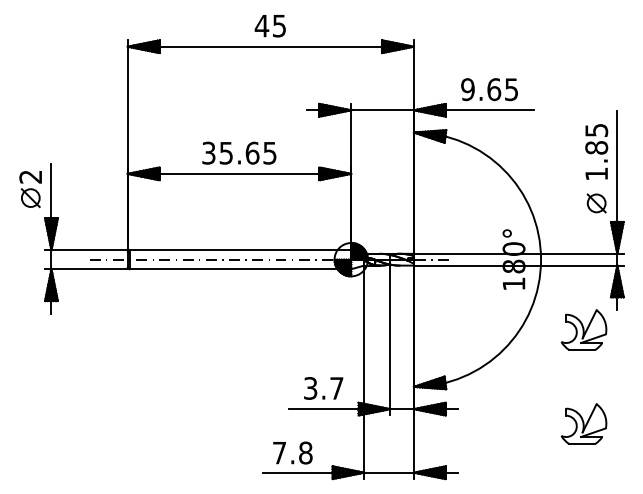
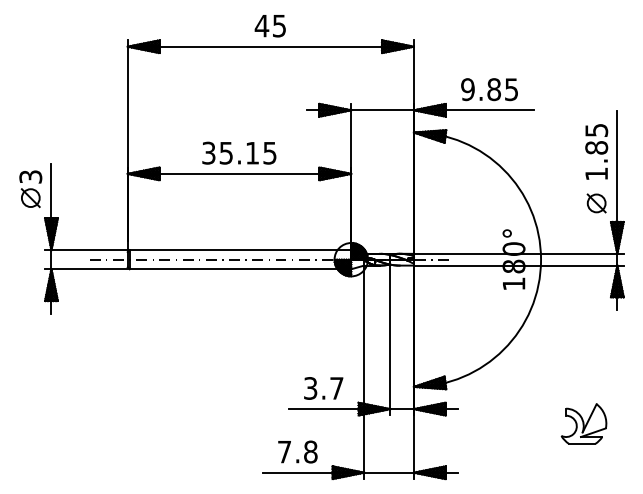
text at (494, 89): 9.65 -> 9.85
text at (252, 152): 35.65 -> 35.15
text at (30, 176): 2 -> 3
part at (583, 329): present -> none
text at (292, 452) position: (292, 452) -> (297, 451)
